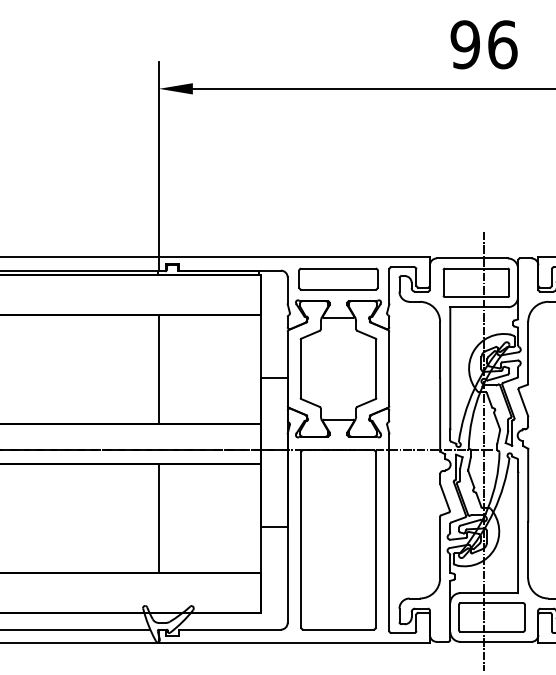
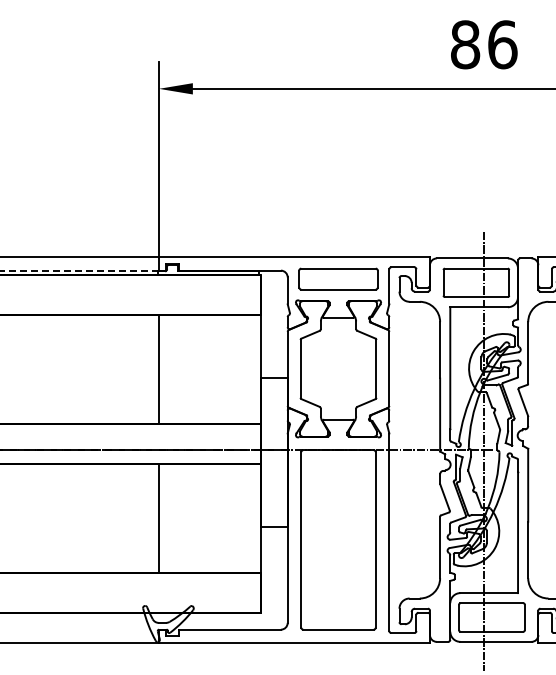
text at (465, 44): 96 -> 86
line at (79, 270): solid -> dashed
line at (75, 629): present -> none
